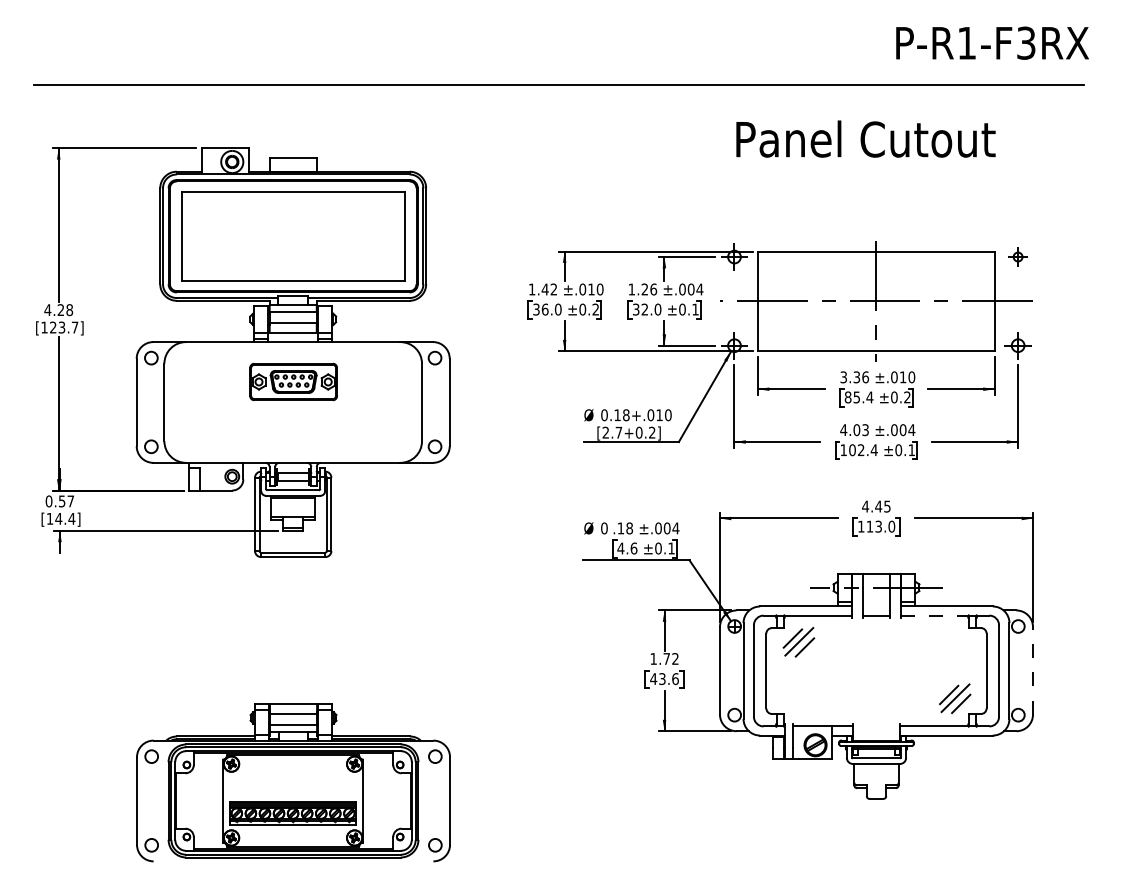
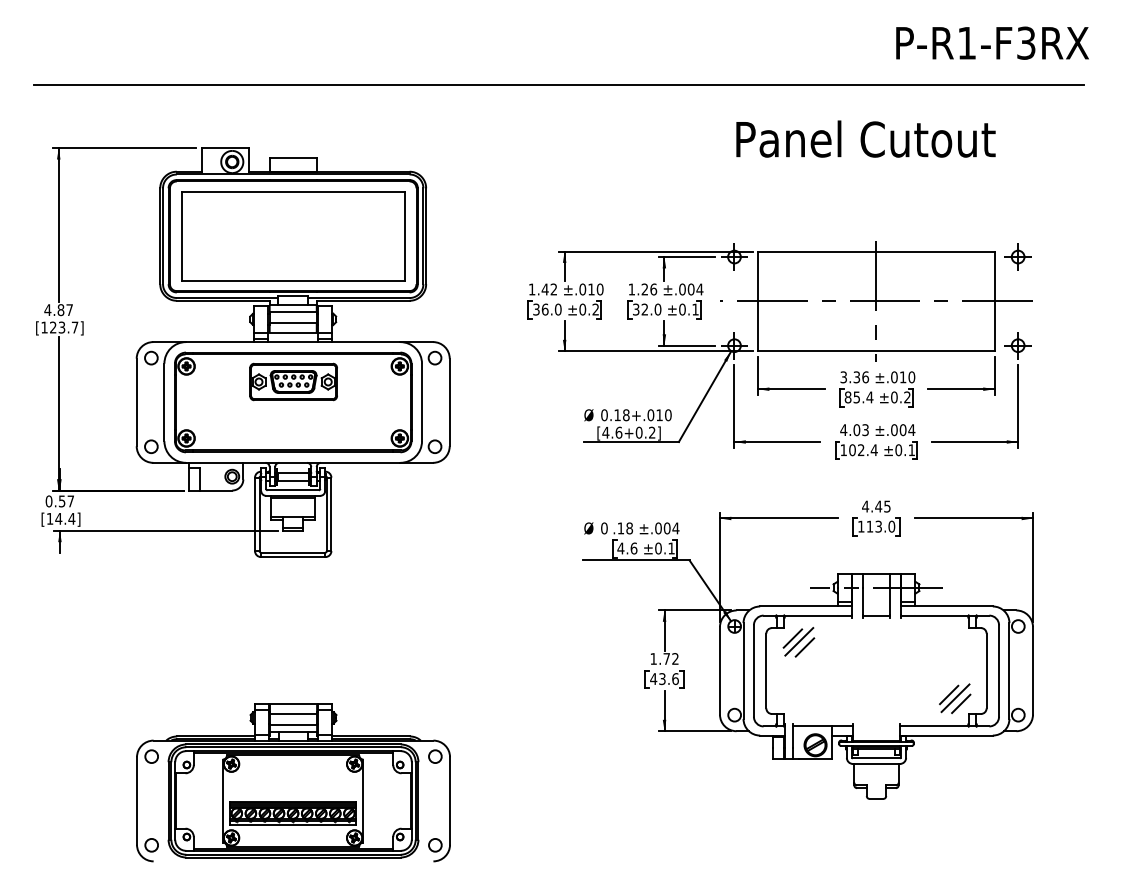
part at (1017, 256) size: 20x20 px -> 28x28 px
text at (65, 310): 4.28 -> 4.87
part at (293, 402): none -> present
text at (612, 432): [2.7+0.2] -> [4.6+0.2]
line at (935, 615): dashed -> solid
line at (1033, 670): dashed -> solid
